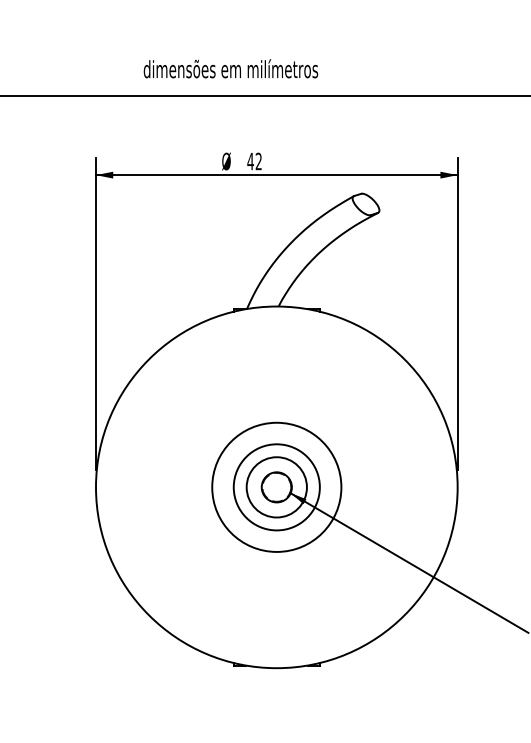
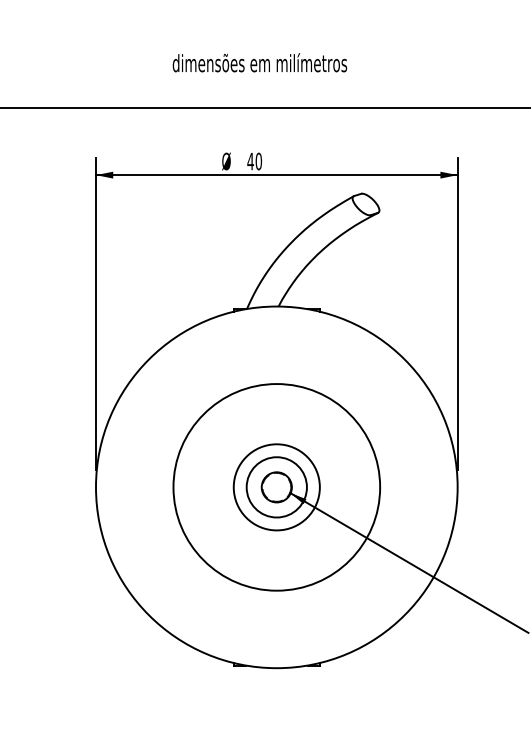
text at (230, 68) position: (230, 68) -> (259, 62)
line at (264, 96) position: (264, 96) -> (264, 108)
text at (258, 161): 42 -> 40
circle at (276, 486) diameter: 129 px -> 207 px
